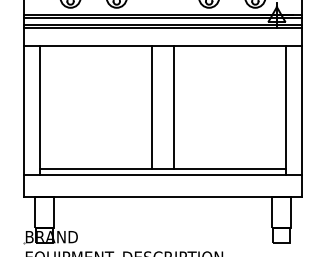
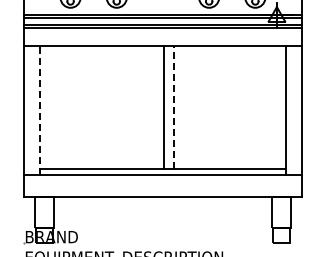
line at (173, 106): solid -> dashed
line at (152, 107) position: (152, 107) -> (164, 107)
line at (40, 109): solid -> dashed
